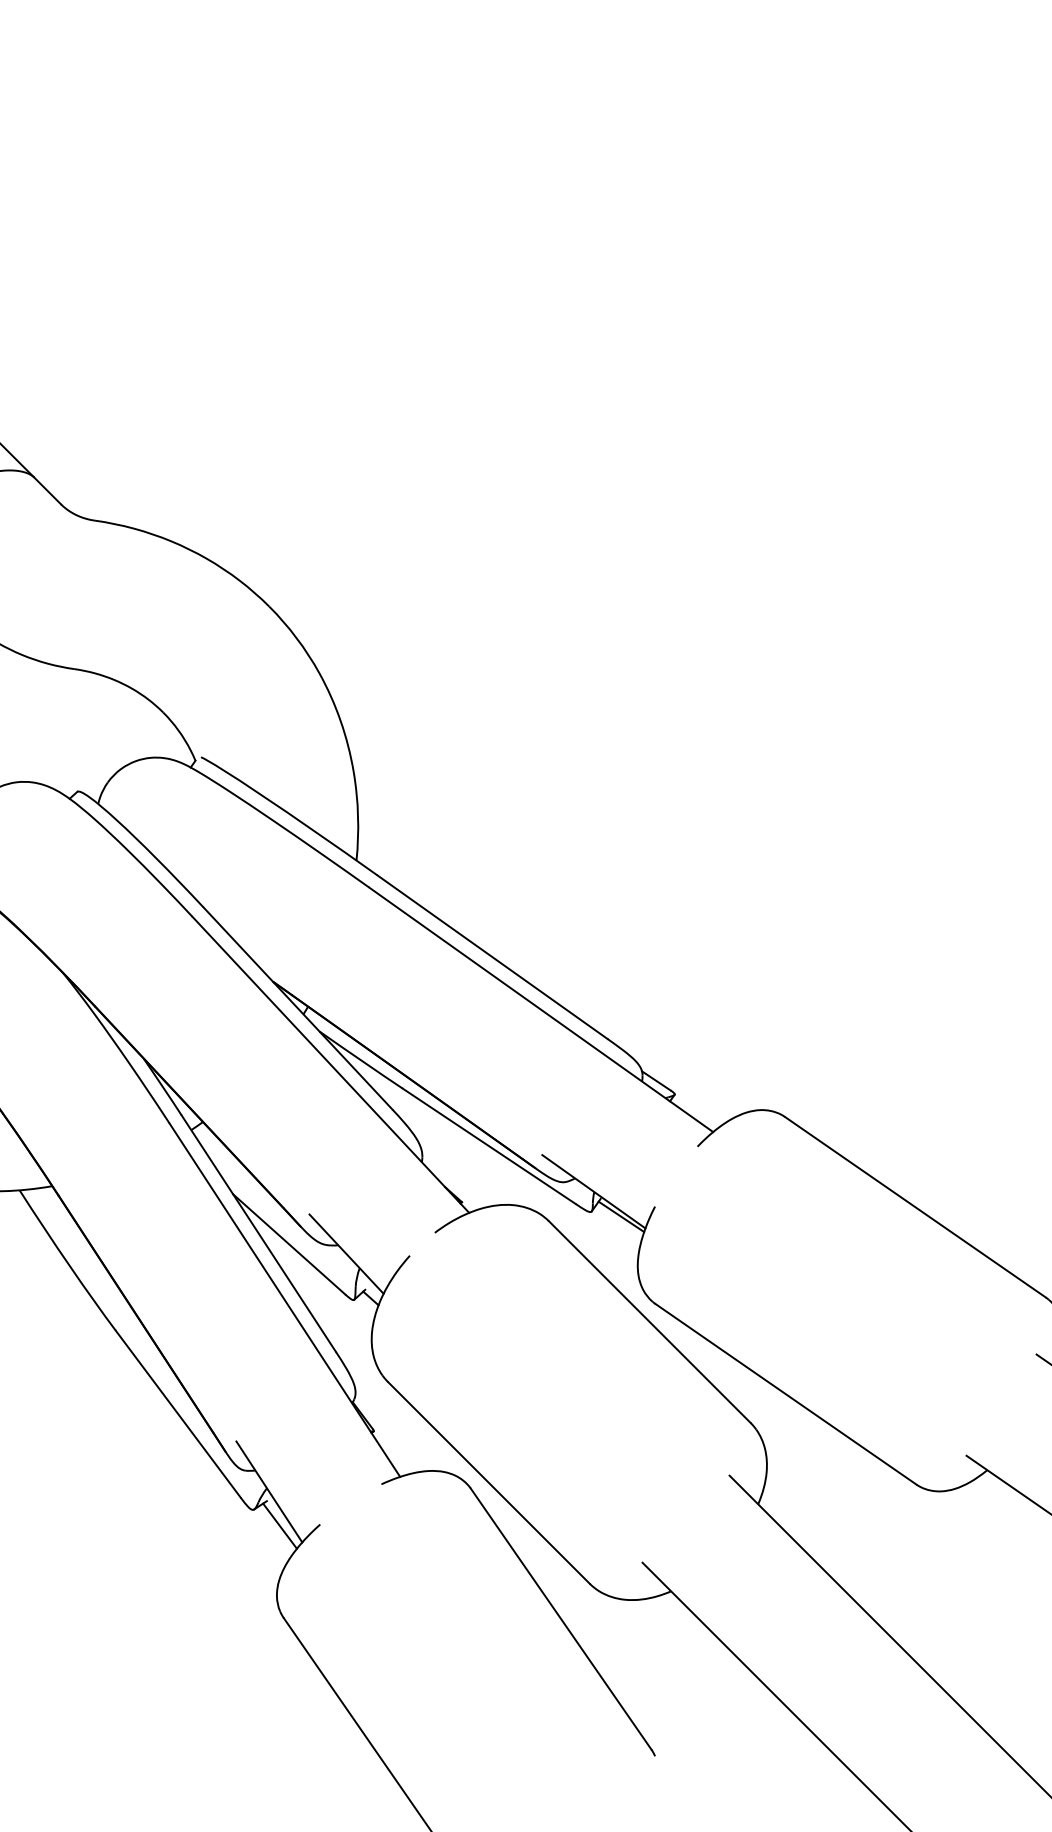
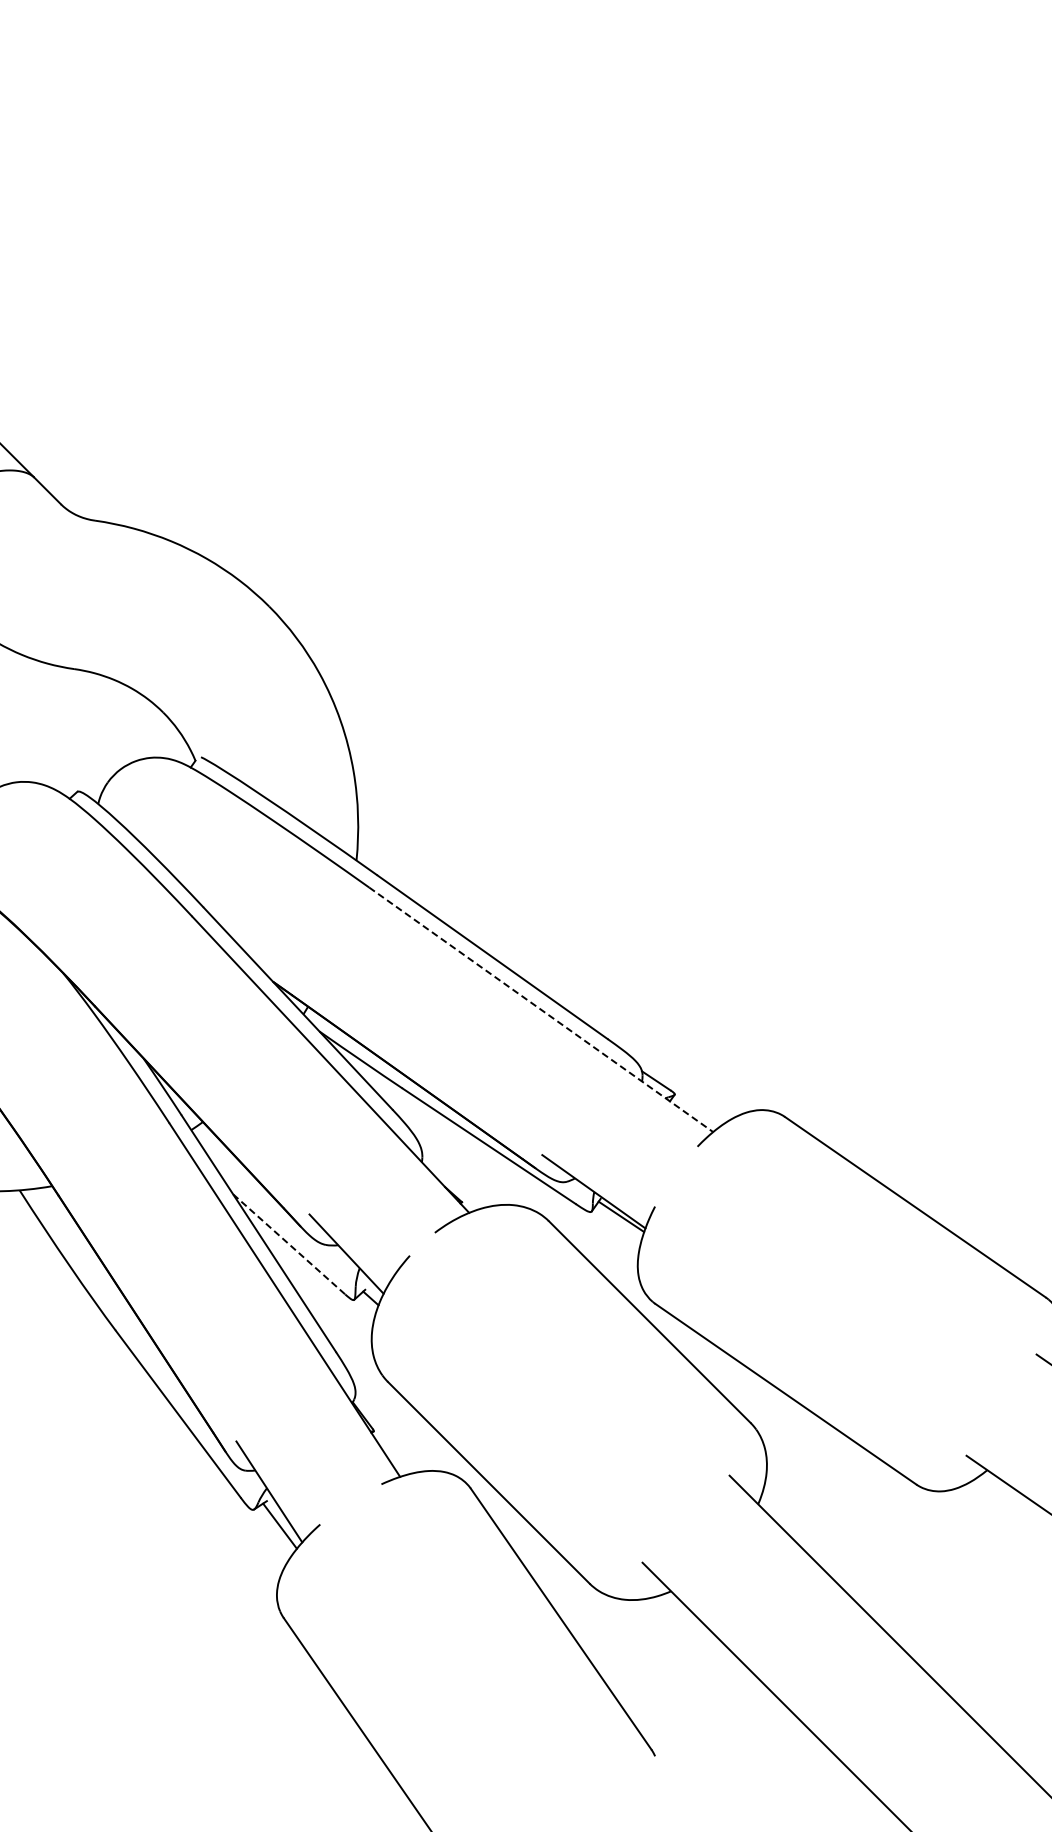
line at (541, 1010): solid -> dashed
line at (289, 1244): solid -> dashed
